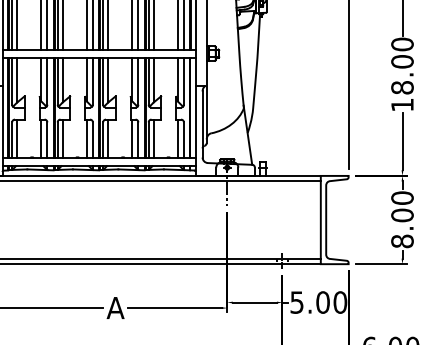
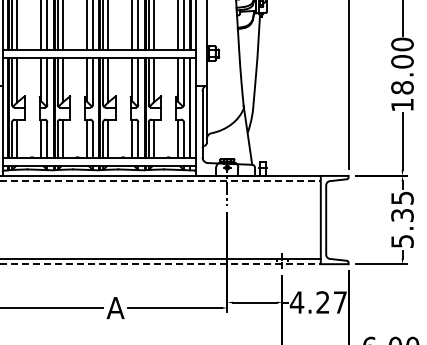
line at (160, 180): solid -> dashed
text at (402, 219): 8.00 -> 5.35
line at (160, 264): solid -> dashed
text at (318, 302): 5.00 -> 4.27
